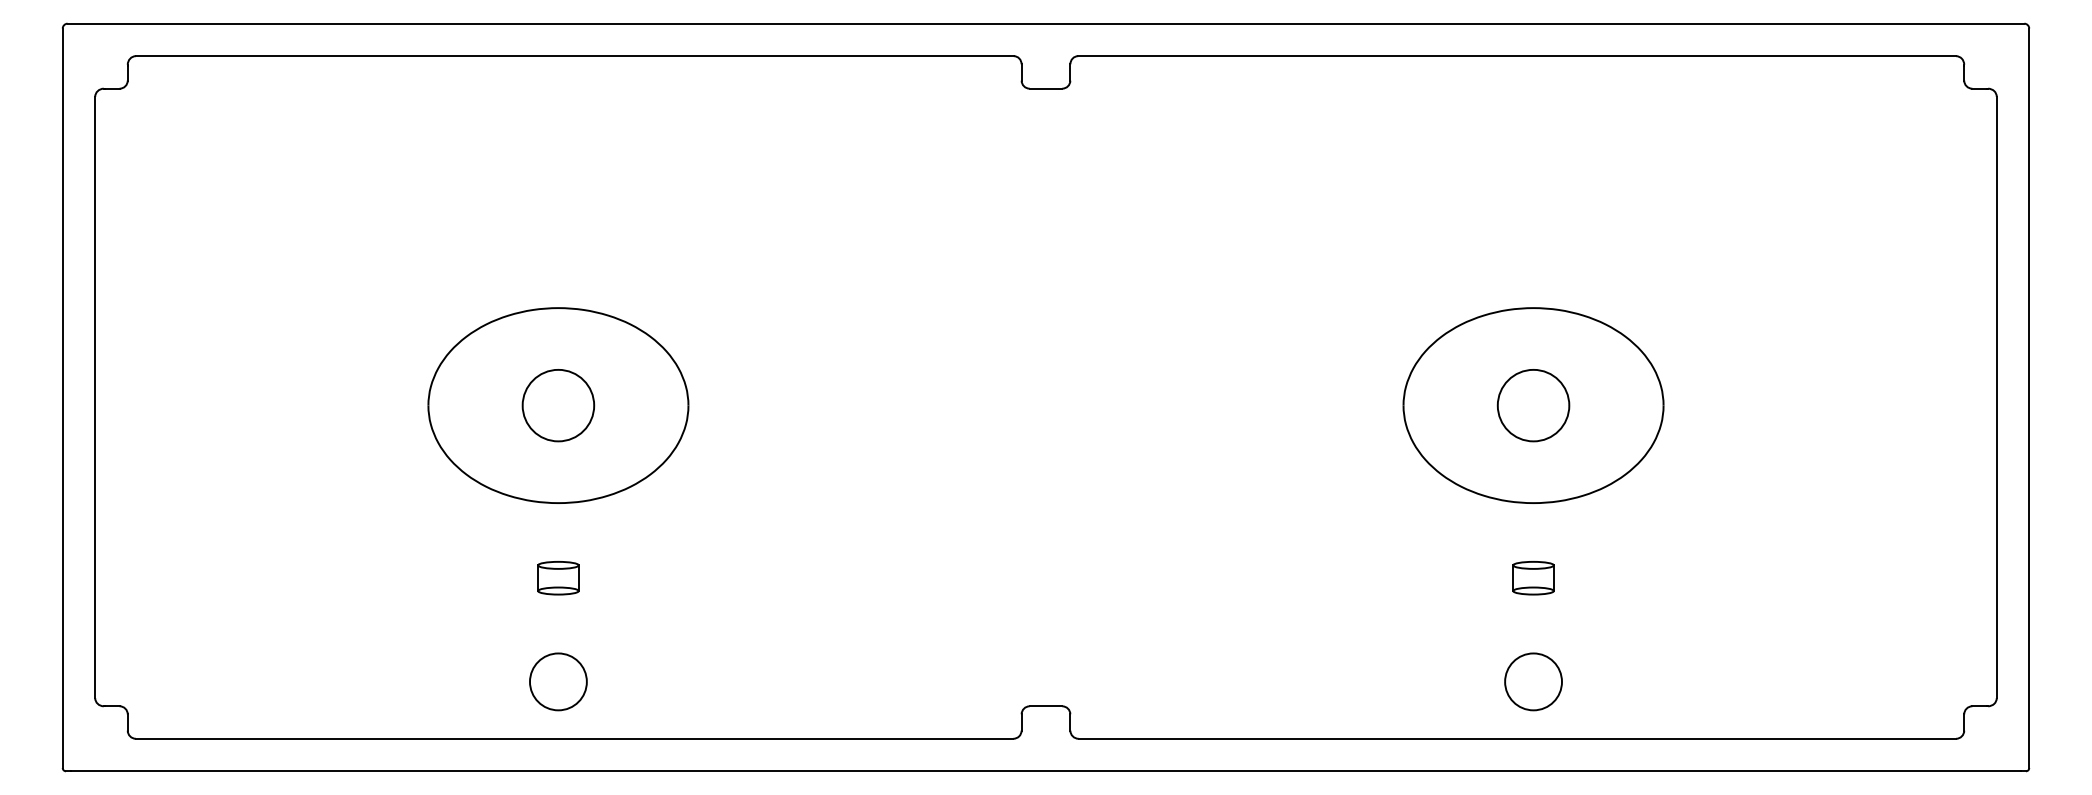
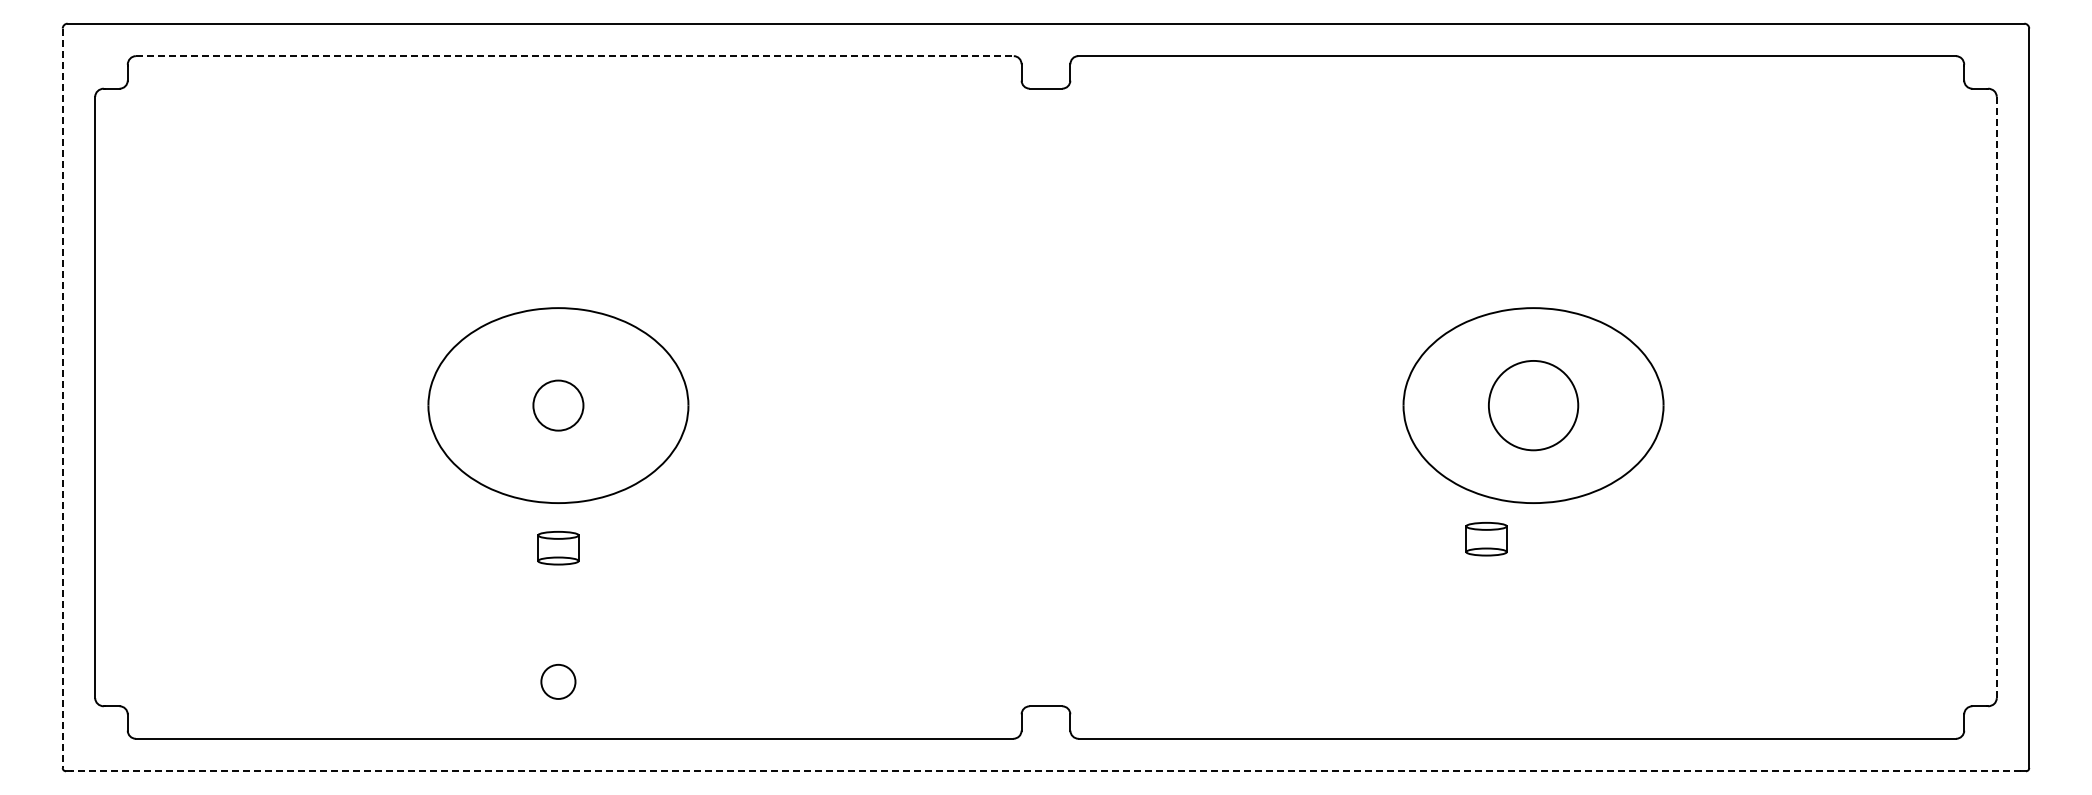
line at (574, 56): solid -> dashed
line at (1996, 397): solid -> dashed
line at (62, 398): solid -> dashed
circle at (558, 405) diameter: 72 px -> 50 px
circle at (1533, 405) diameter: 72 px -> 89 px
part at (558, 578) position: (558, 578) -> (558, 548)
part at (1533, 578) position: (1533, 578) -> (1486, 539)
circle at (558, 681) diameter: 57 px -> 34 px
circle at (1533, 681): present -> none
line at (1045, 771): solid -> dashed
